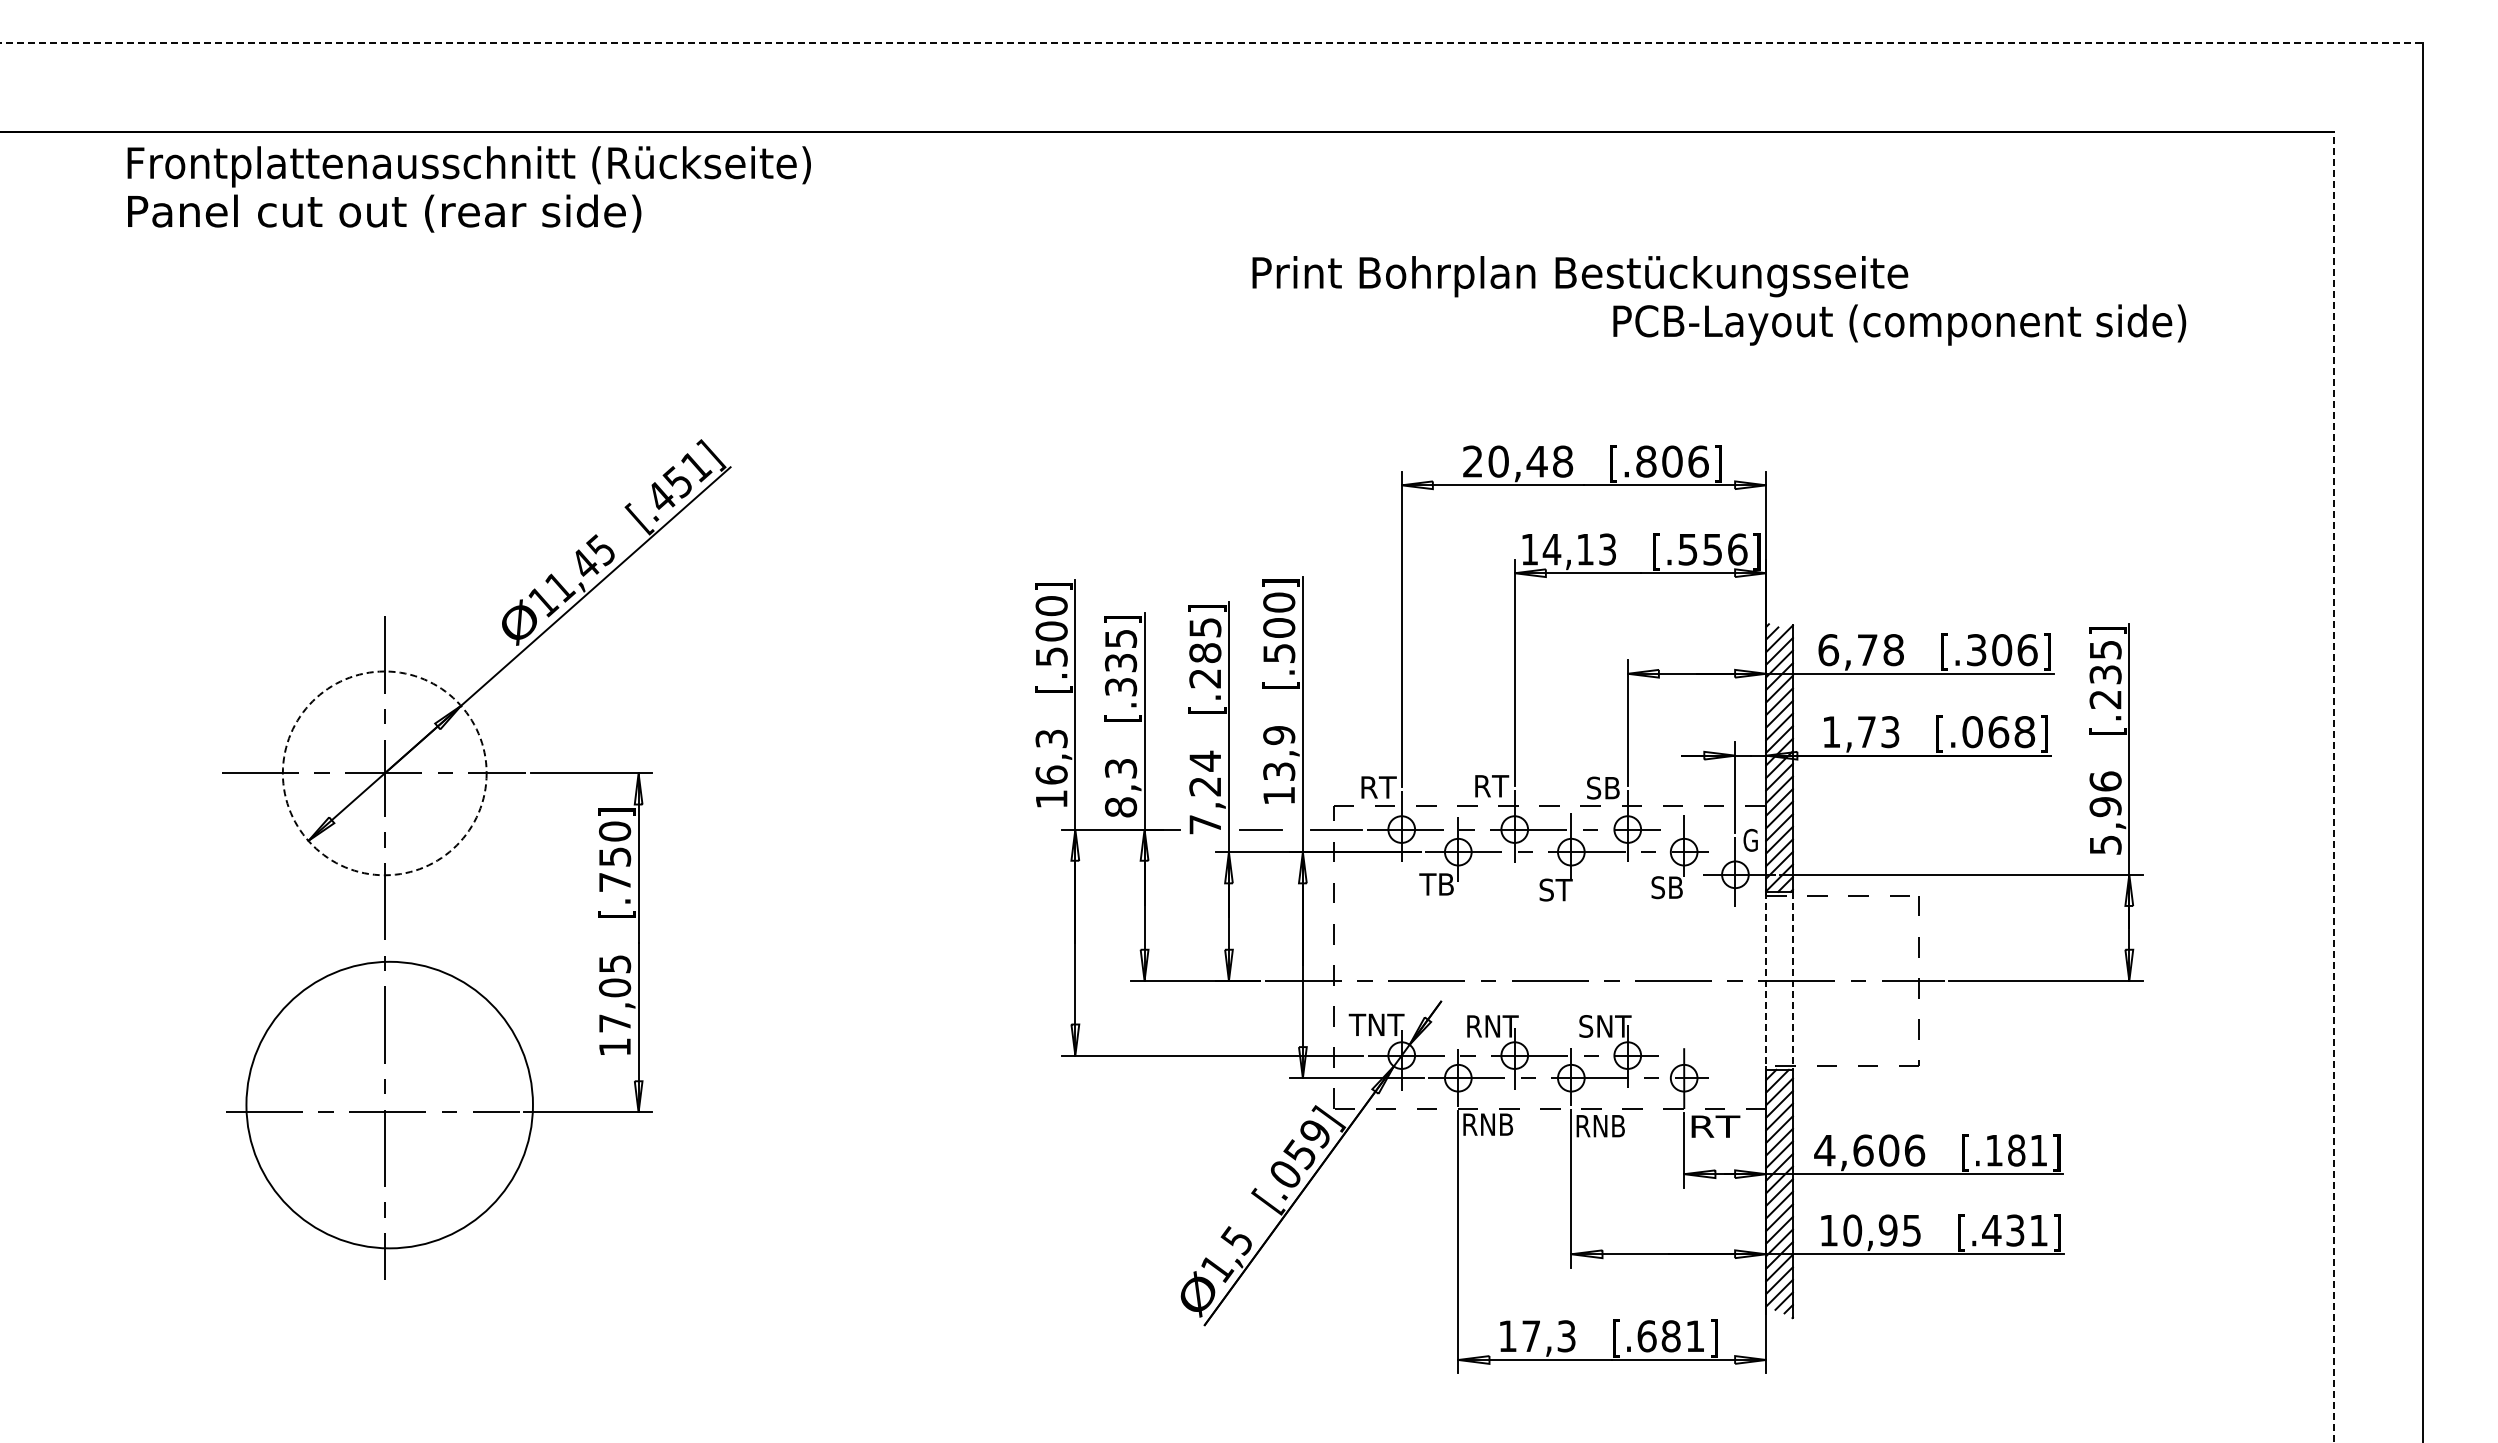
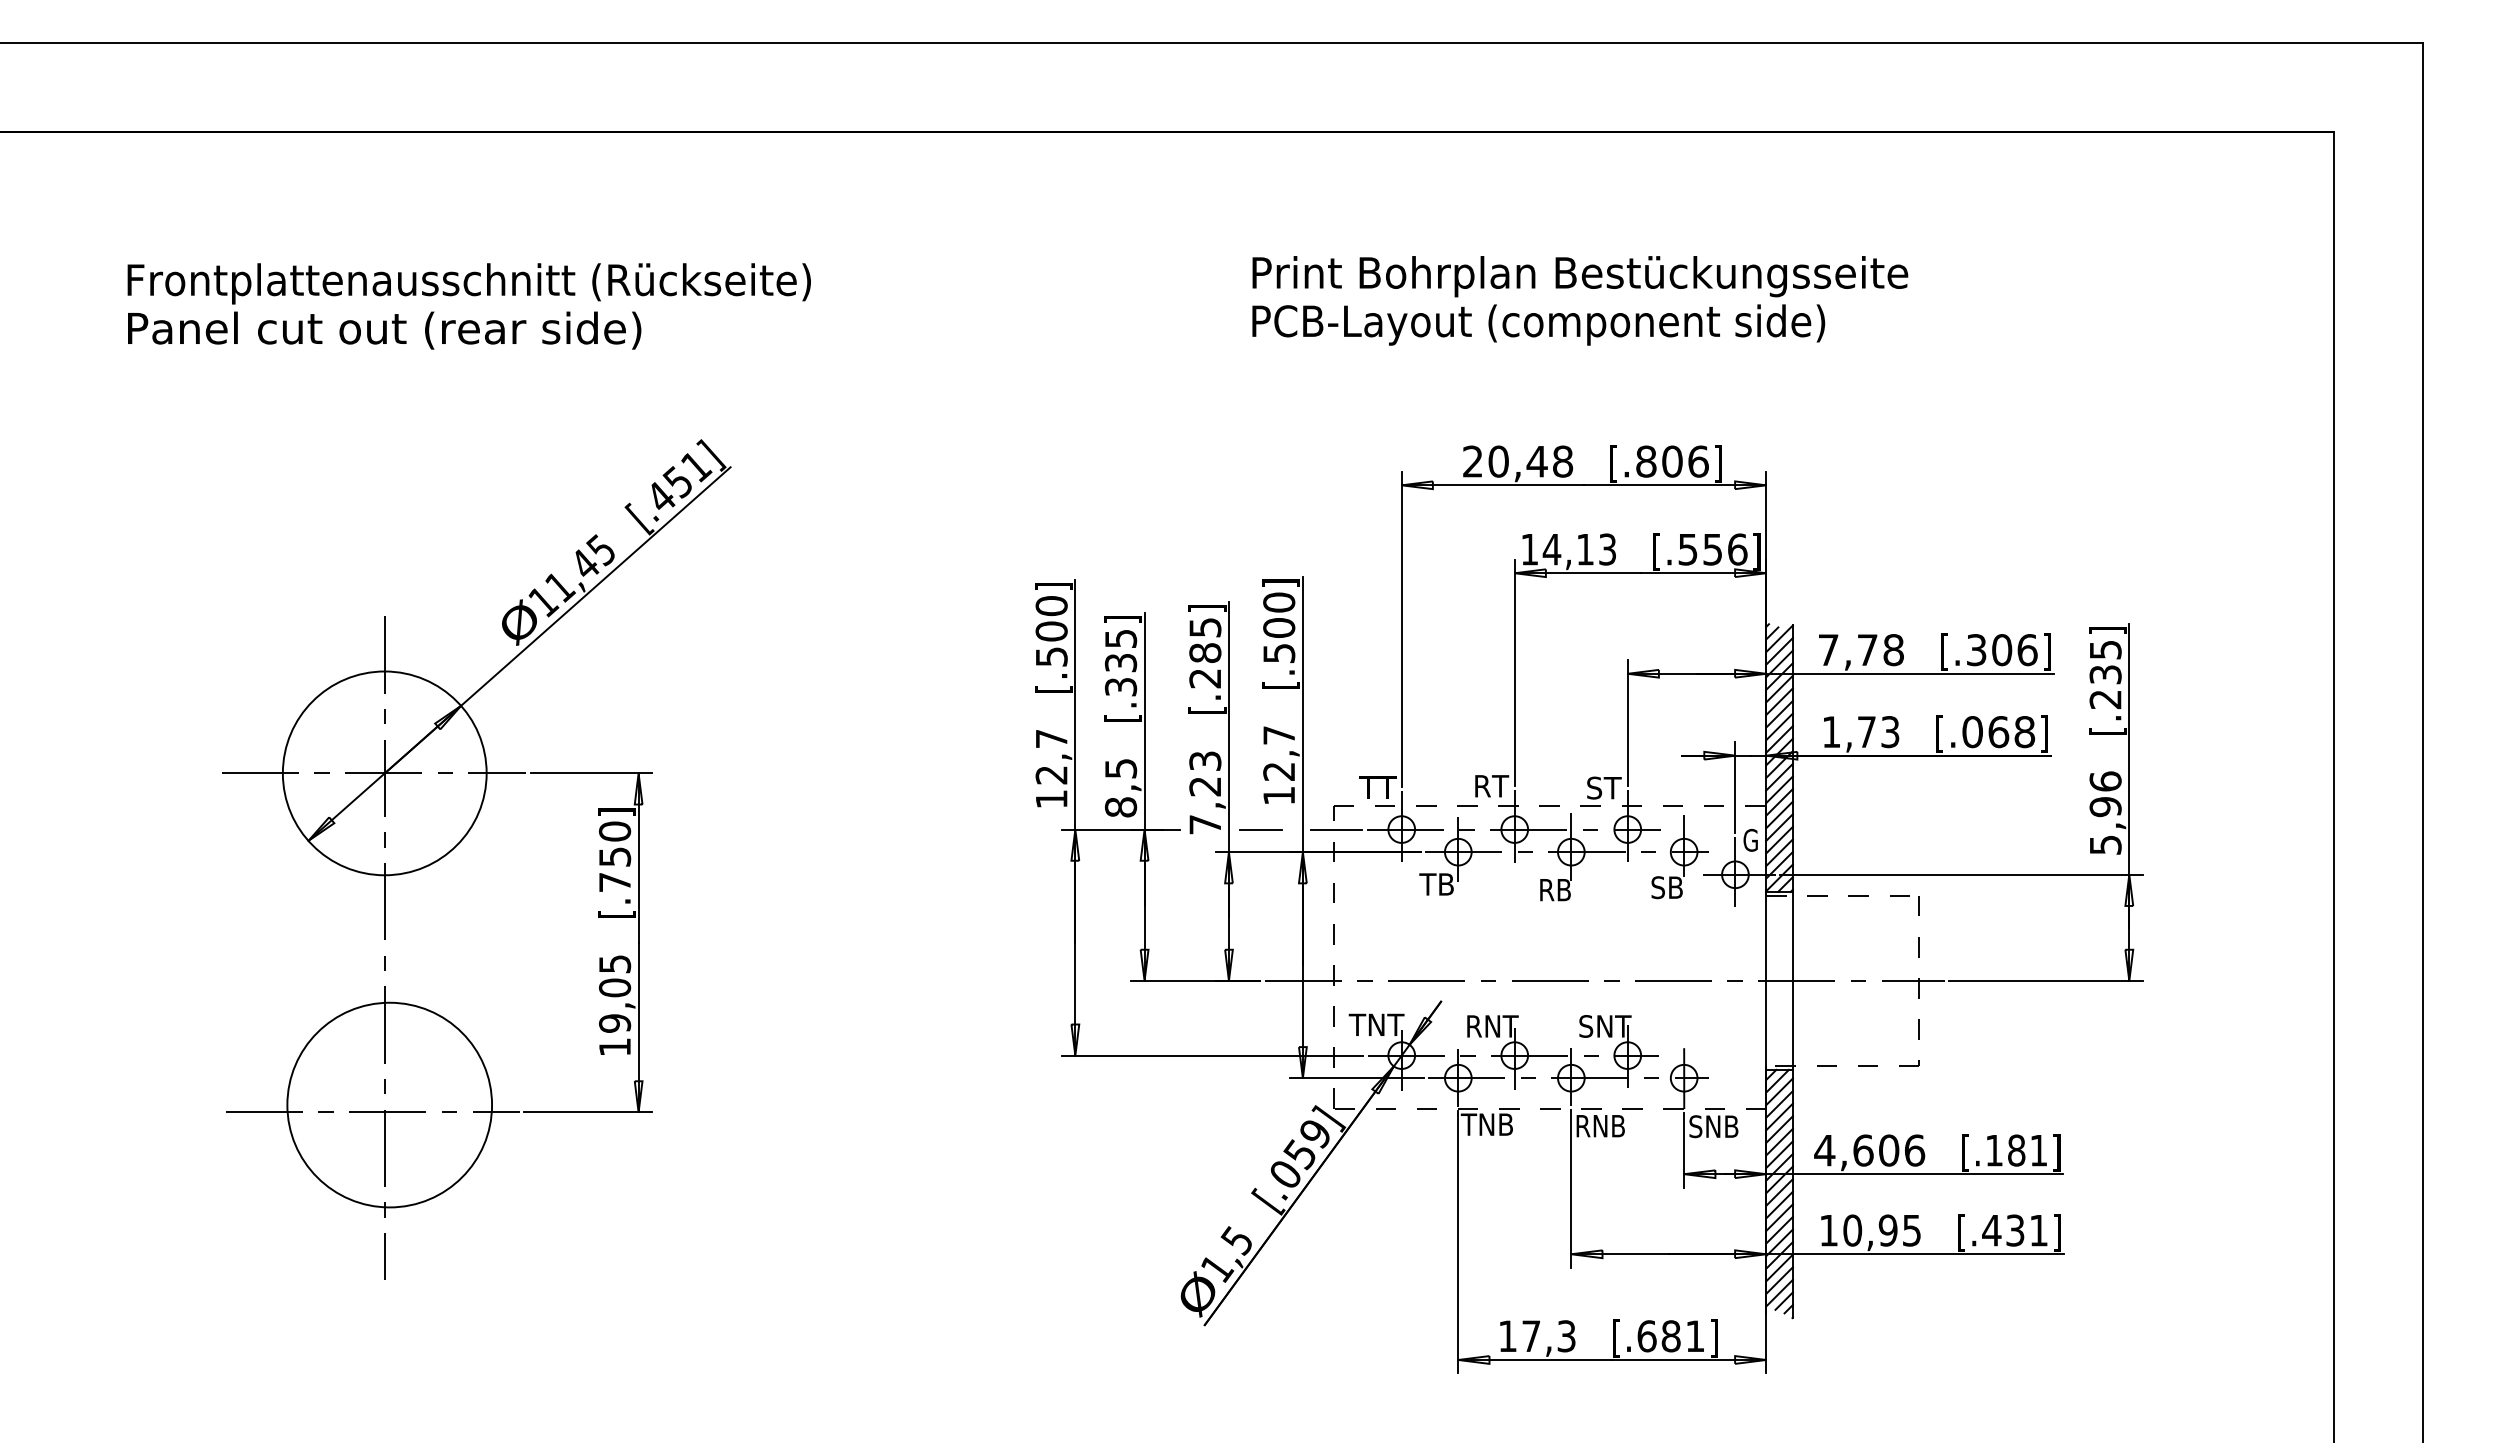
line at (1212, 43): dashed -> solid
text at (468, 189) position: (468, 189) -> (468, 306)
text at (1899, 324) position: (1899, 324) -> (1538, 324)
text at (1828, 650): 6,78 -> 7,78
text at (1279, 753): 13,9 -> 12,7
text at (1051, 756): 16,3 -> 12,7
text at (1205, 760): 7,24 -> 7,23
text at (1120, 768): 8,3 -> 8,5
circle at (384, 773): dashed -> solid
text at (1377, 787): RT -> TT
text at (1604, 787): SB -> ST
line at (2334, 787): dashed -> solid
text at (1555, 889): ST -> RB
line at (1766, 980): dashed -> solid
line at (1792, 980): dashed -> solid
text at (615, 1023): 17,05 -> 19,05
circle at (389, 1104) diameter: 287 px -> 205 px
text at (1486, 1124): RNB -> TNB
text at (1714, 1126): RT -> SNB
